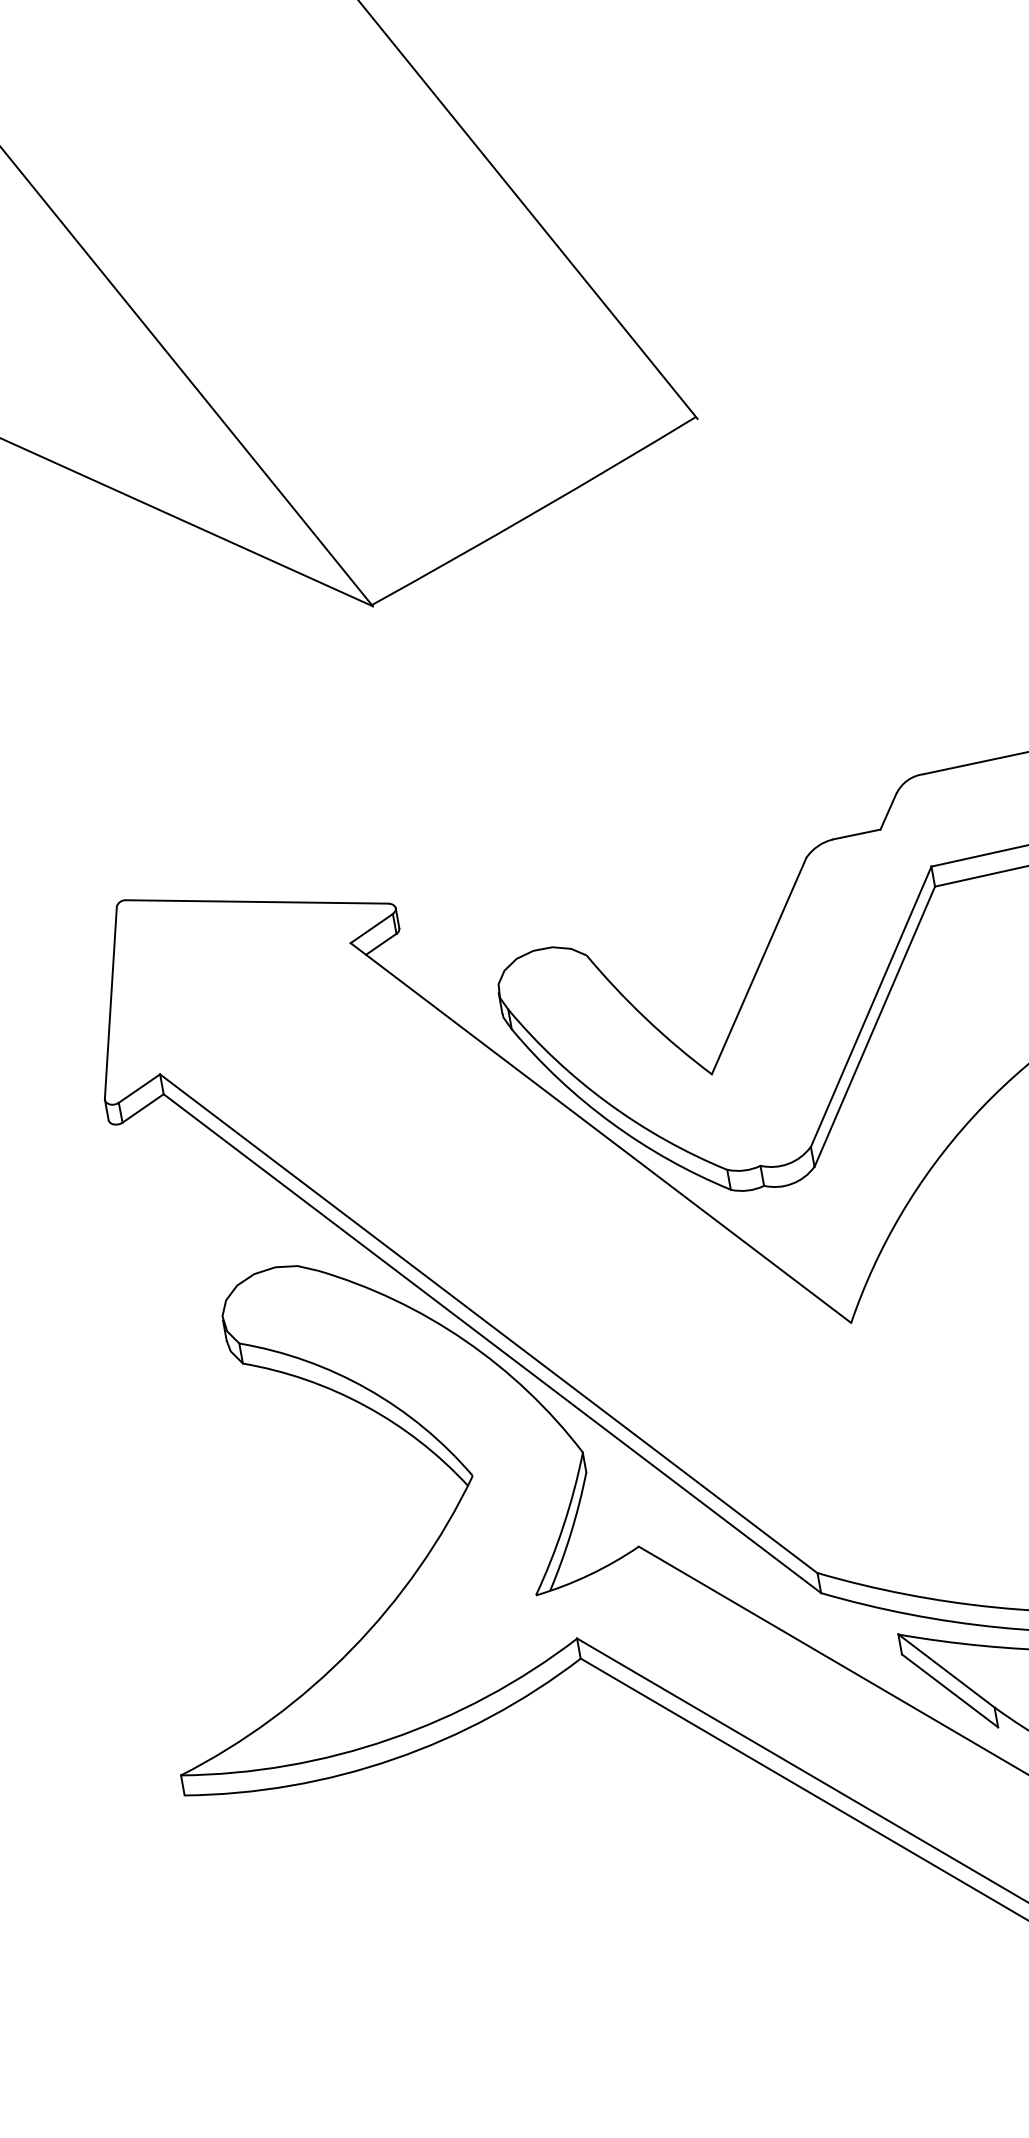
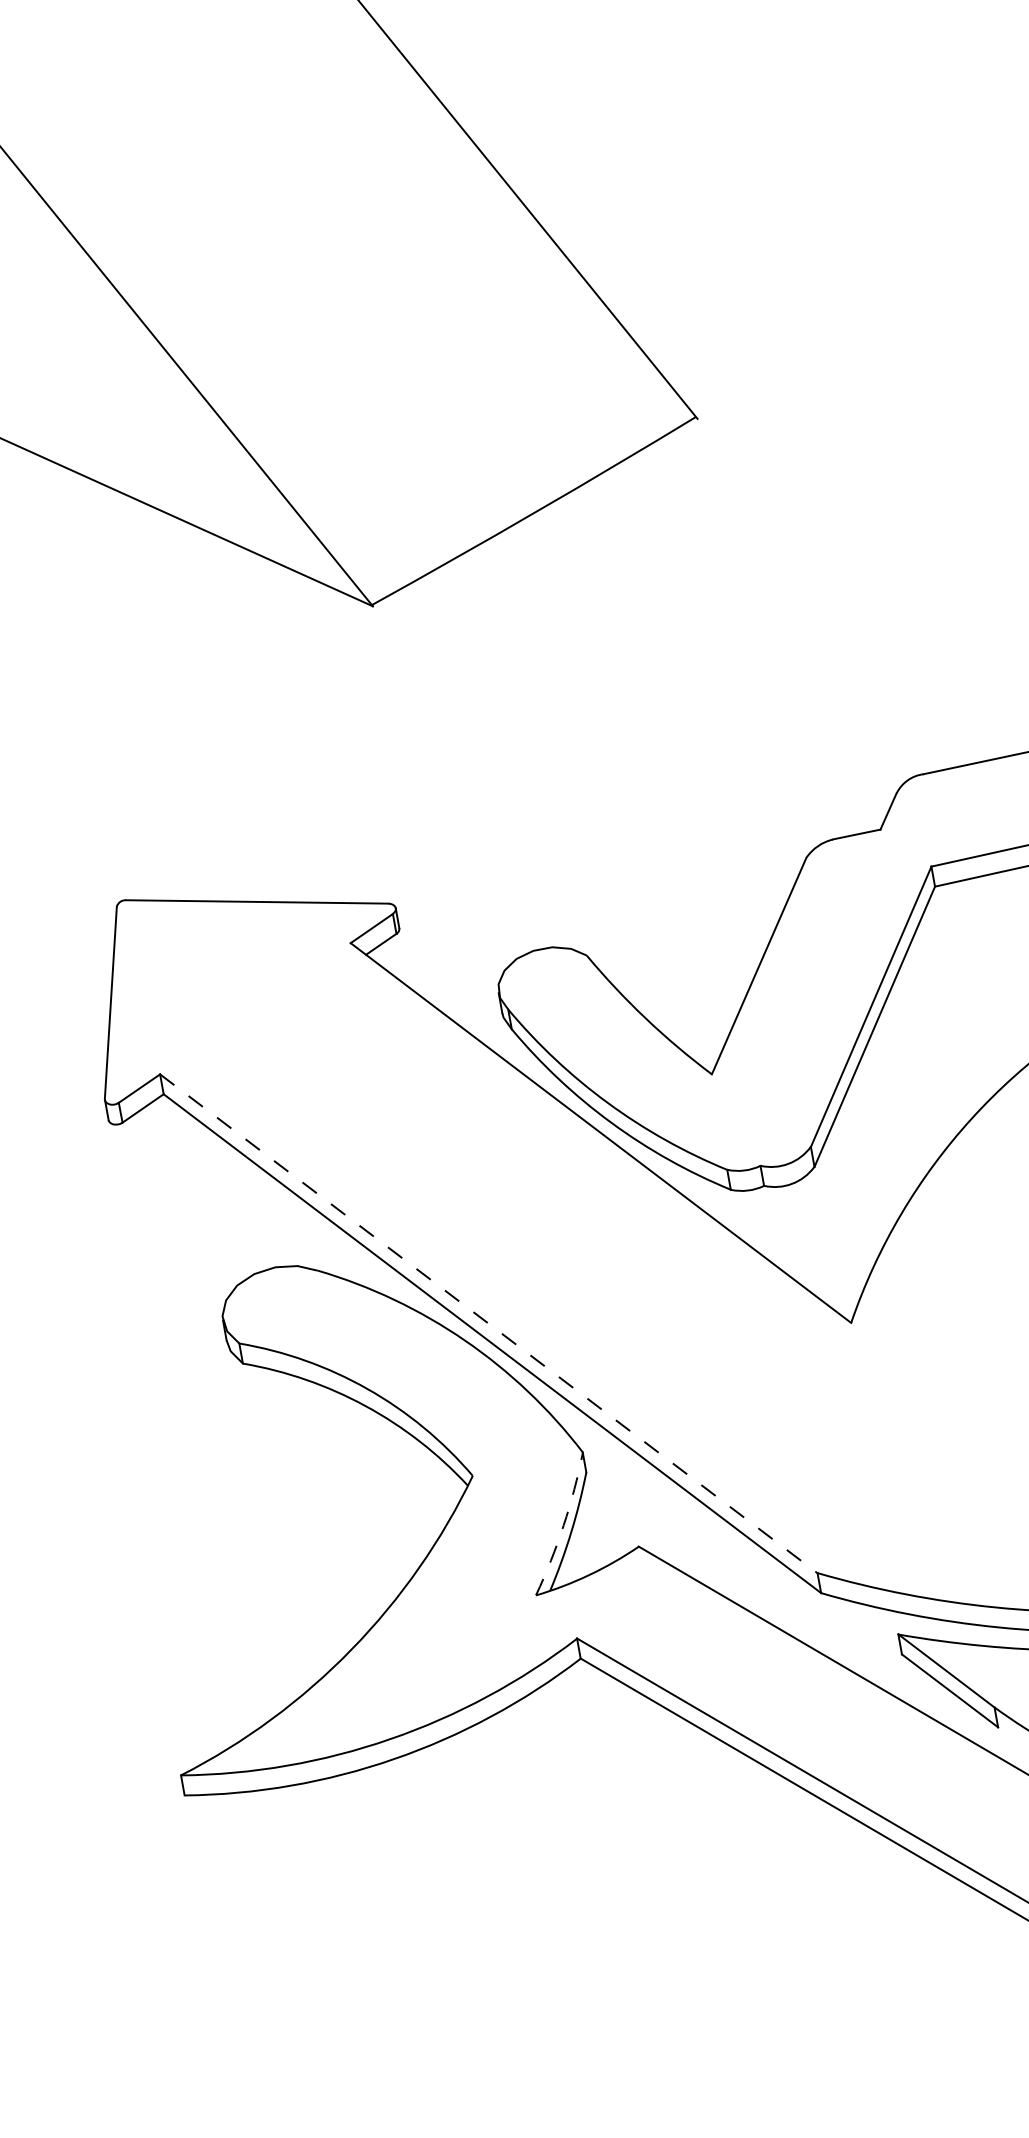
line at (488, 1323): solid -> dashed
arc at (563, 1525): solid -> dashed
